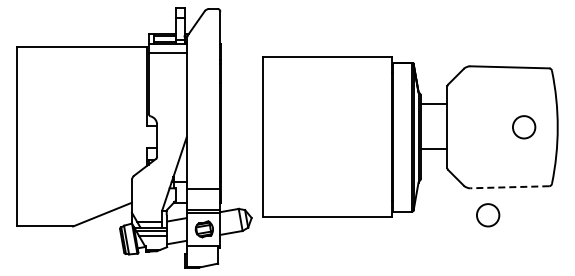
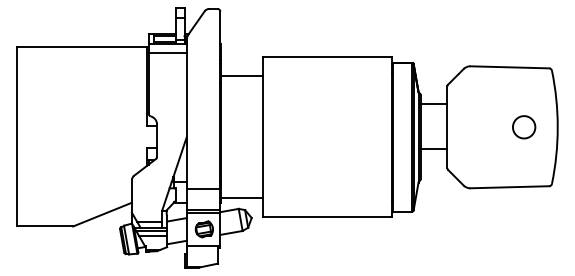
line at (241, 76): none -> present
line at (509, 187): dashed -> solid
line at (241, 198): none -> present
circle at (488, 215): present -> none
